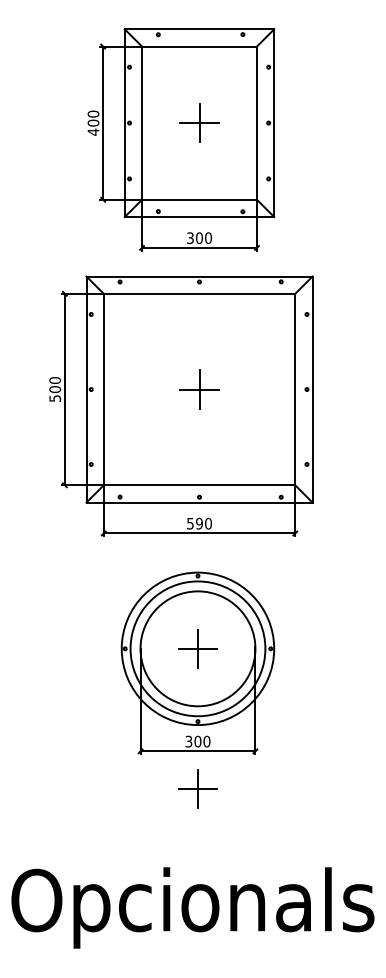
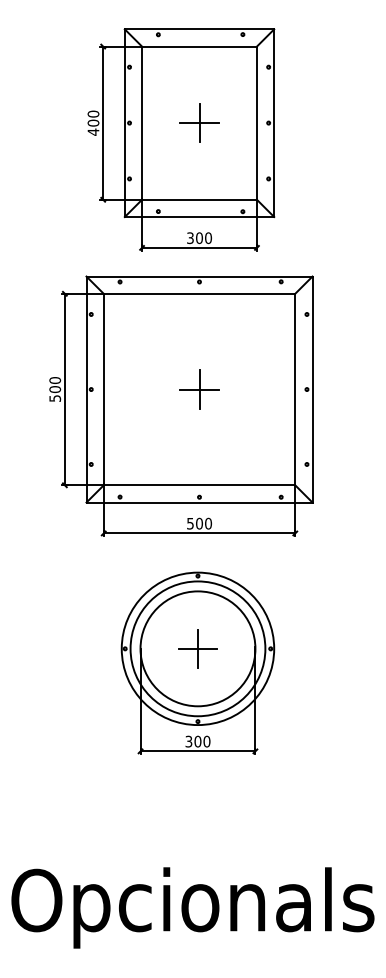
text at (199, 523): 590 -> 500
part at (197, 788): present -> none
